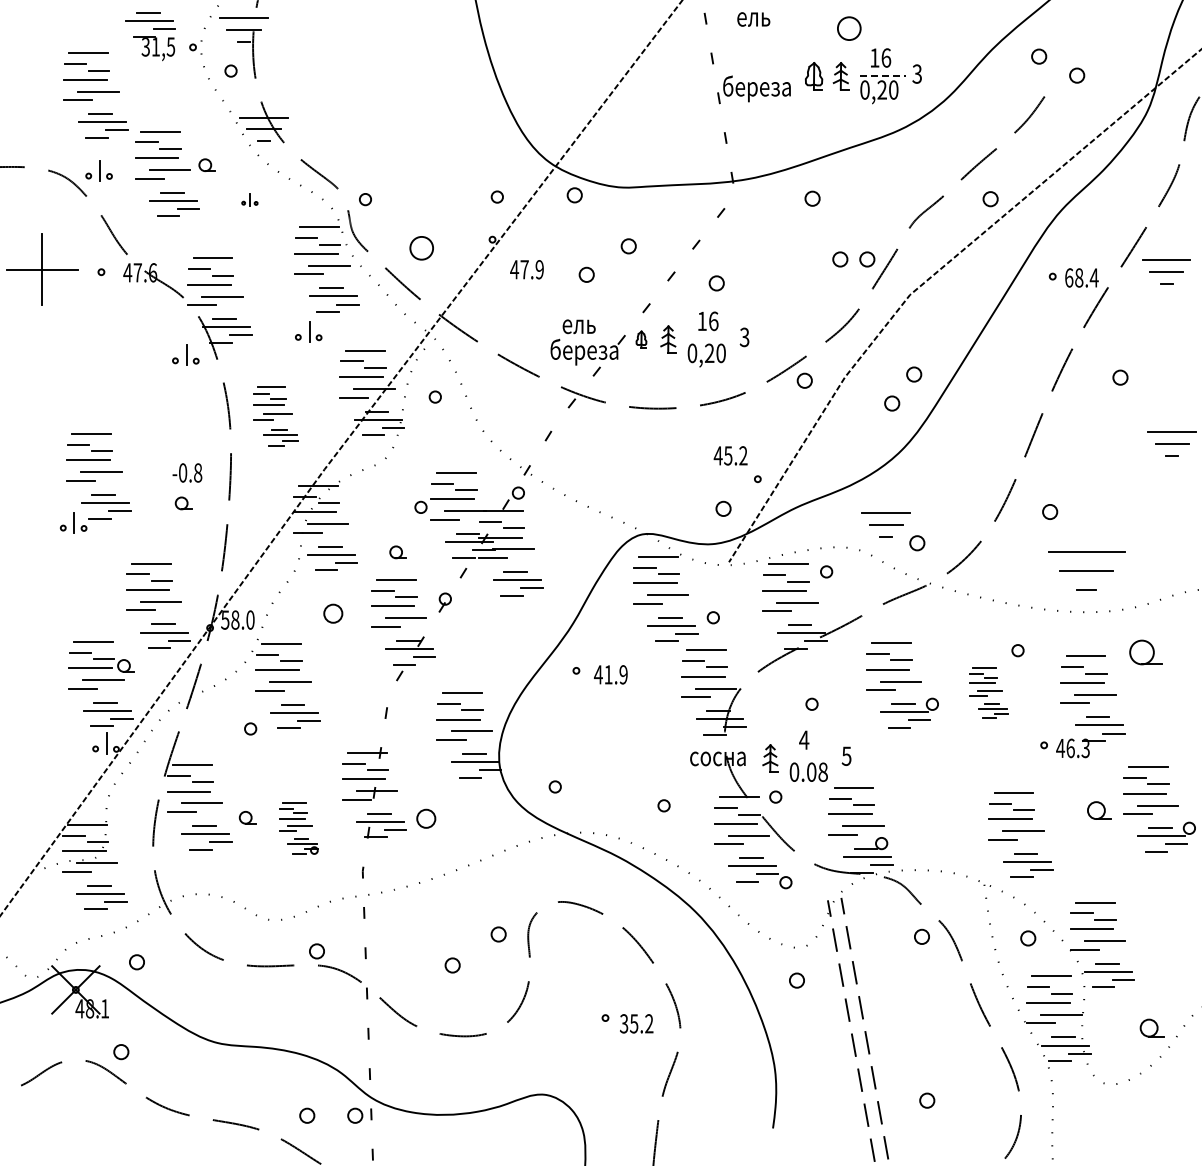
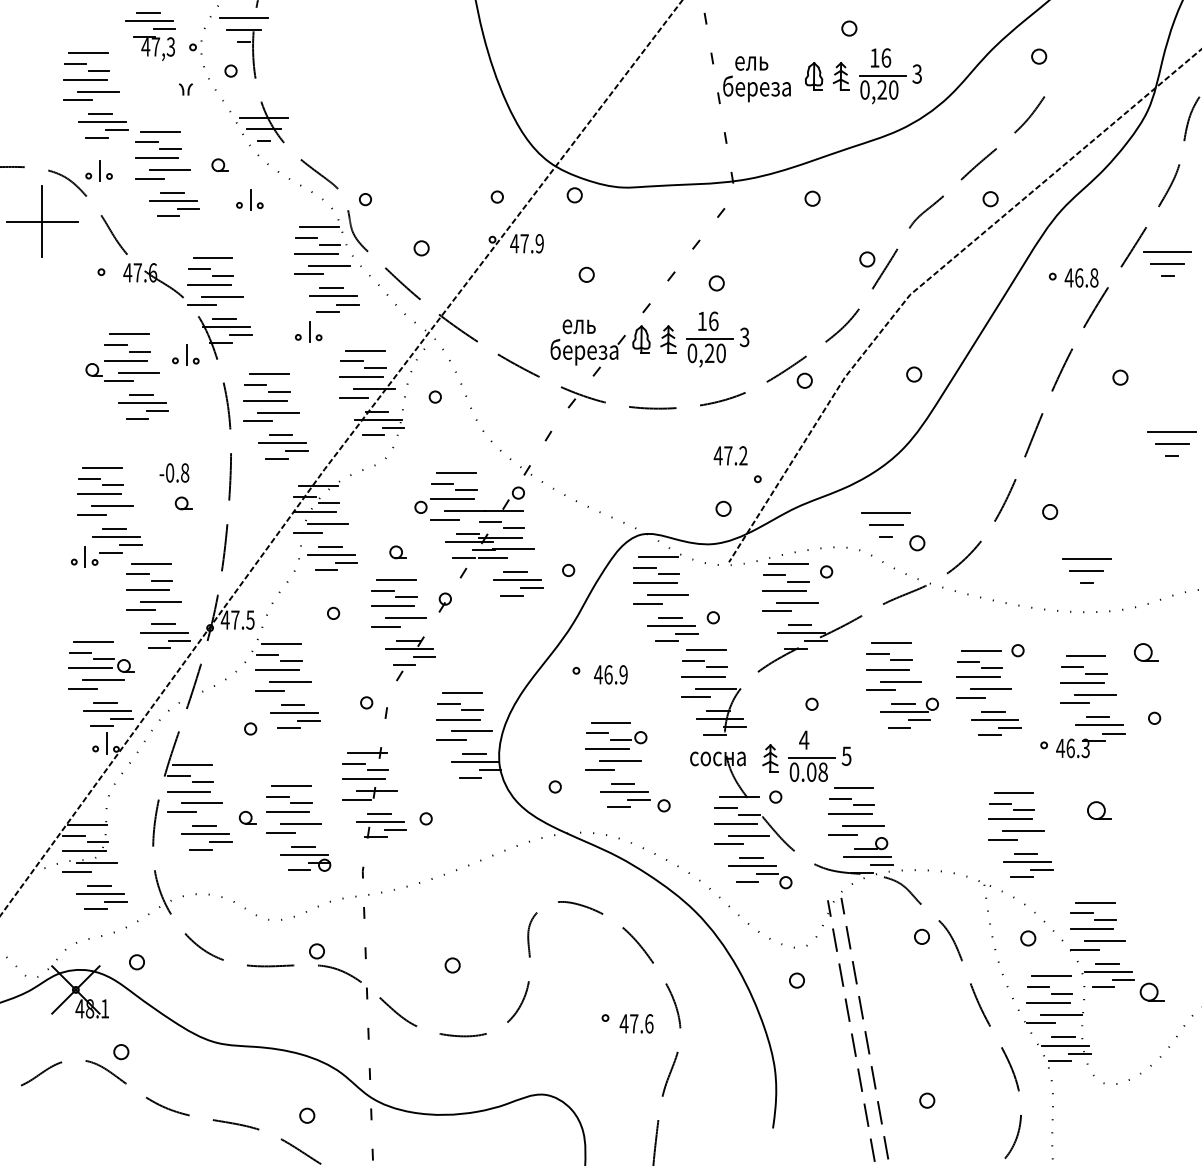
text at (753, 19) position: (753, 19) -> (751, 63)
part at (849, 28) size: 25x25 px -> 17x17 px
text at (158, 46): 31,5 -> 47,3
line at (882, 75): dashed -> solid
part at (1077, 75): present -> none
part at (185, 89): none -> present
part at (206, 164) position: (206, 164) -> (219, 164)
part at (249, 199) size: 18x14 px -> 28x22 px
part at (628, 246): present -> none
part at (421, 248) size: 25x25 px -> 17x17 px
part at (840, 259): present -> none
part at (42, 269) position: (42, 269) -> (42, 221)
text at (526, 269) position: (526, 269) -> (526, 243)
part at (1166, 271) position: (1166, 271) -> (1167, 263)
text at (1081, 277): 68.4 -> 46.8
part at (641, 339) size: 13x19 px -> 19x29 px
line at (710, 339): none -> present
part at (126, 376): none -> present
part at (892, 403): present -> none
part at (275, 416) size: 46x61 px -> 66x87 px
text at (728, 455): 45.2 -> 47.2
text at (187, 472) position: (187, 472) -> (174, 472)
part at (95, 483) position: (95, 483) -> (106, 517)
part at (568, 569): none -> present
part at (1086, 570) size: 78x40 px -> 50x26 px
part at (333, 613) size: 21x21 px -> 14x14 px
text at (237, 619): 58.0 -> 47.5
part at (1145, 652) size: 34x27 px -> 25x19 px
text at (608, 674): 41.9 -> 46.9
part at (988, 692) size: 40x52 px -> 66x86 px
part at (366, 702): none -> present
part at (1154, 717): none -> present
line at (812, 758): none -> present
part at (617, 764): none -> present
part at (1159, 809): present -> none
part at (426, 818) size: 21x21 px -> 14x14 px
part at (298, 828) size: 40x53 px -> 66x87 px
part at (498, 934): present -> none
text at (636, 1023): 35.2 -> 47.6
part at (1151, 1027) position: (1151, 1027) -> (1151, 991)
part at (355, 1115): present -> none
